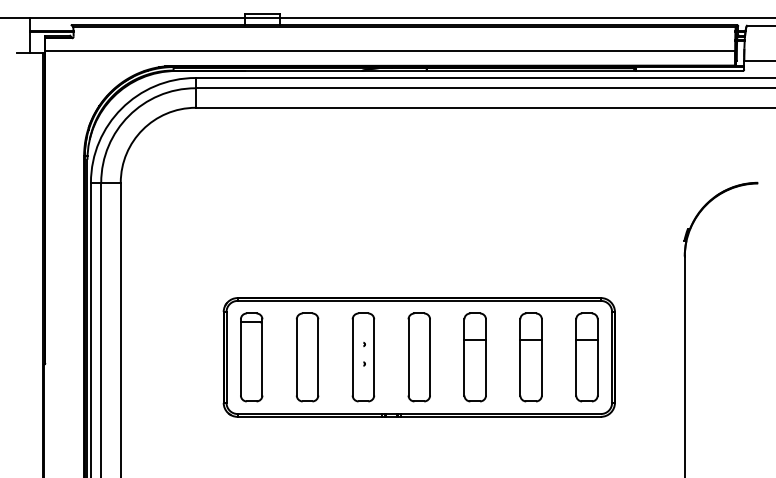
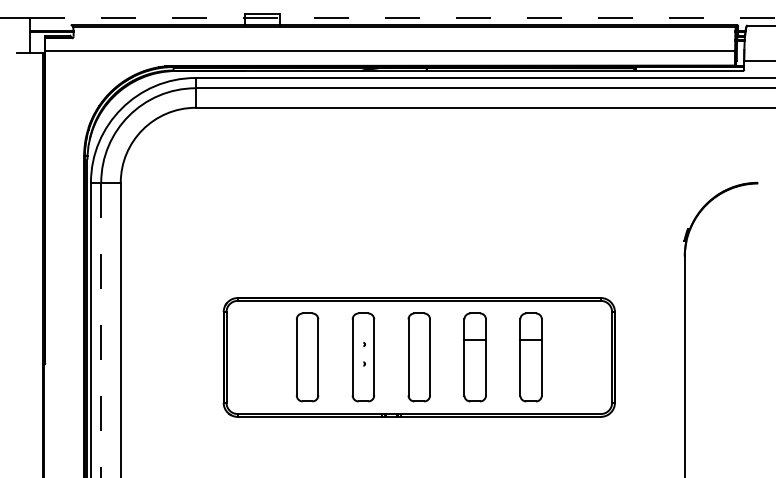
line at (402, 18): solid -> dashed
line at (101, 330): solid -> dashed
part at (251, 357): present -> none
part at (586, 357): present -> none
